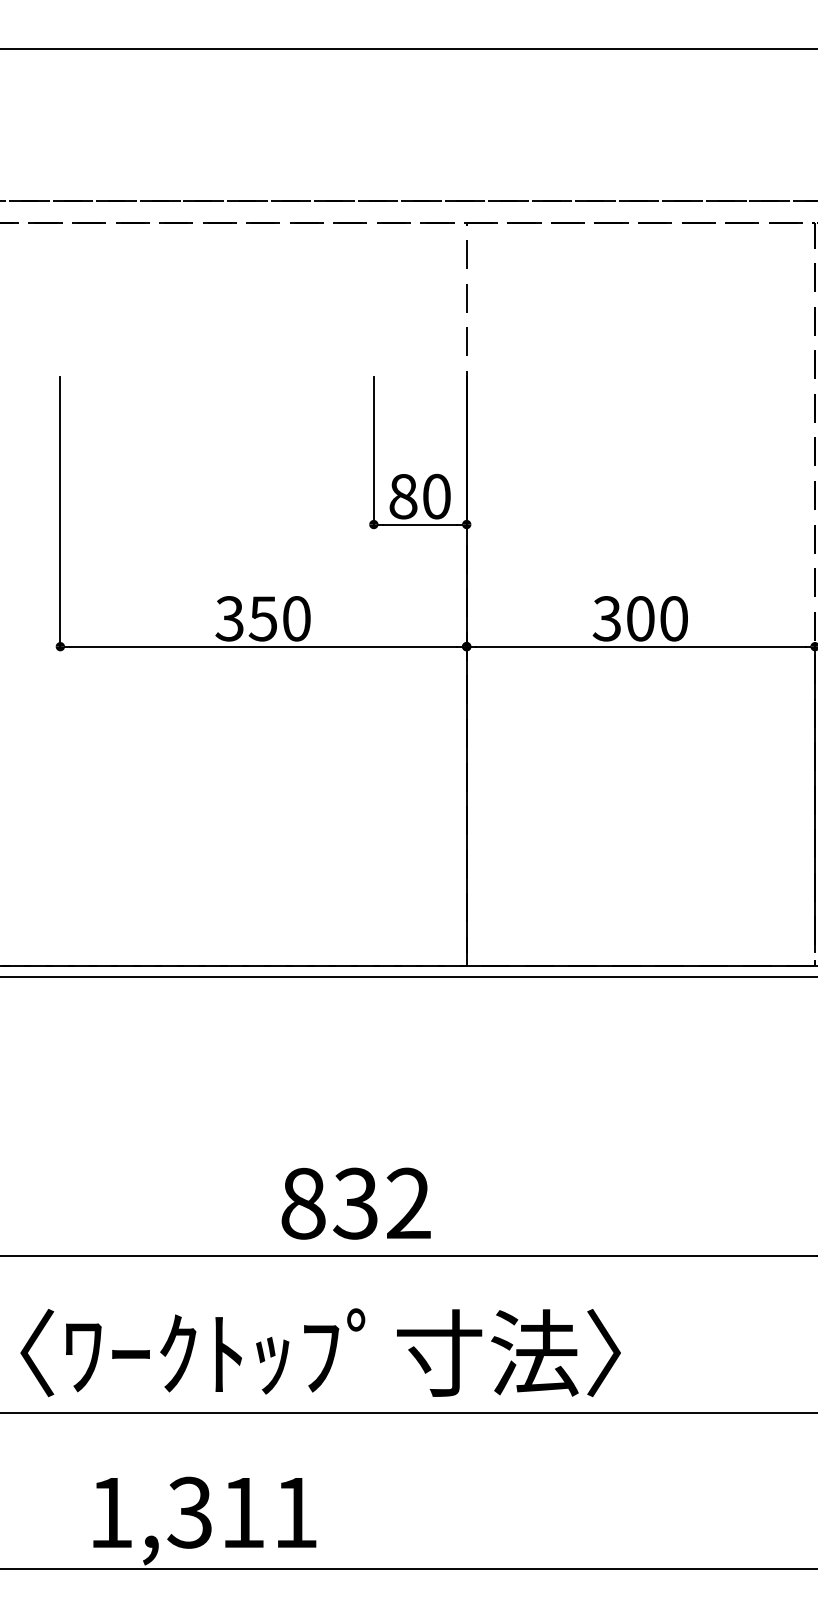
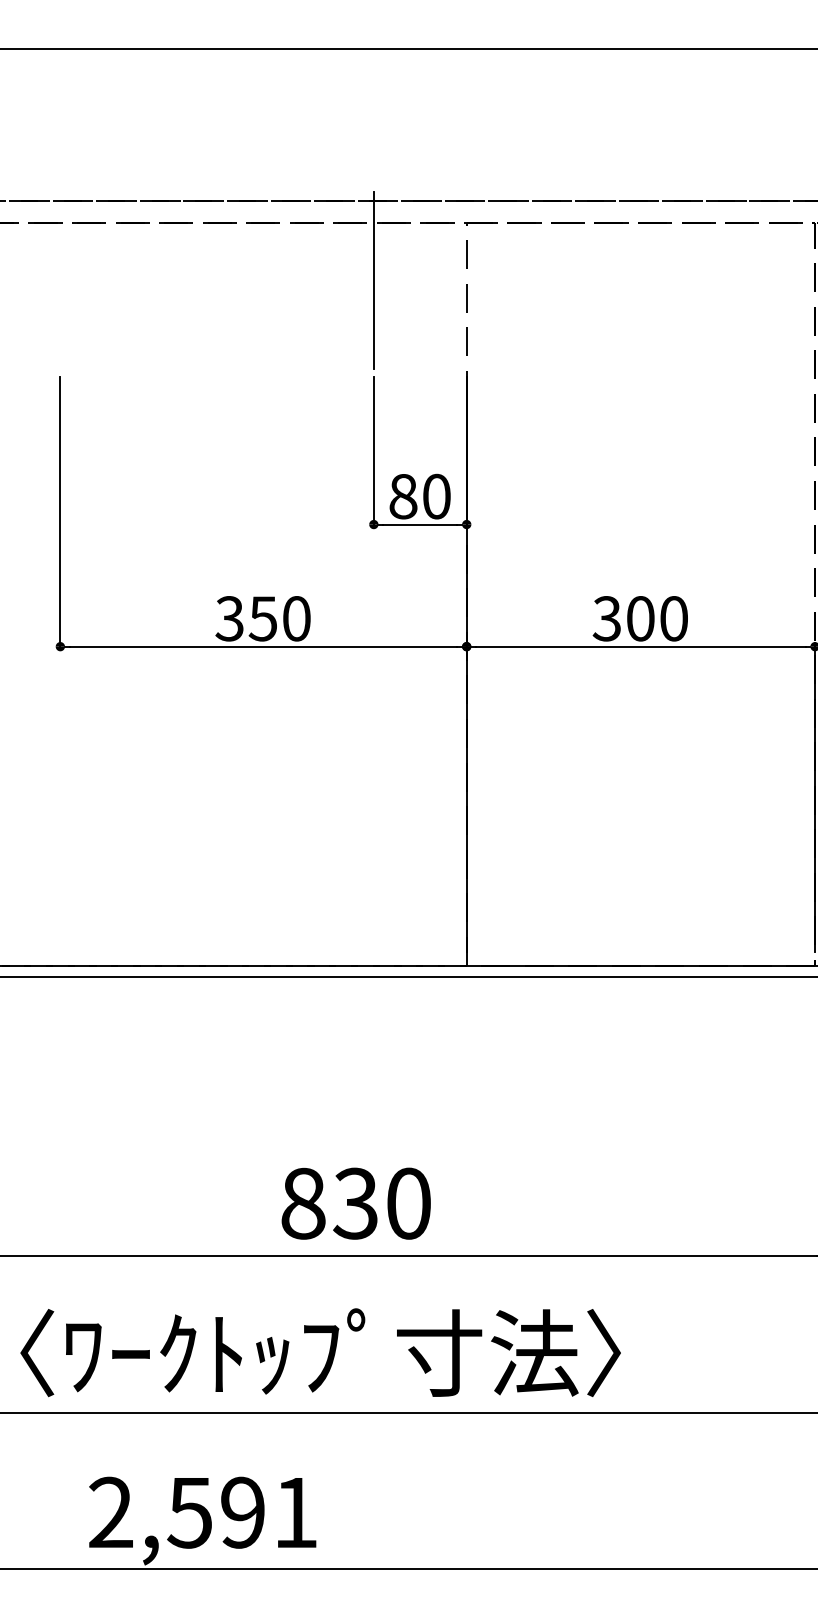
line at (373, 280): none -> present
text at (408, 1203): 832 -> 830
text at (176, 1512): 1,311 -> 2,591
